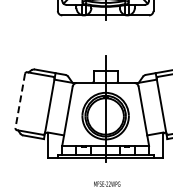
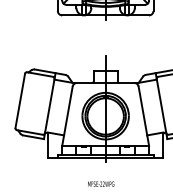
line at (20, 100): dashed -> solid
text at (107, 183) position: (107, 183) -> (101, 183)
